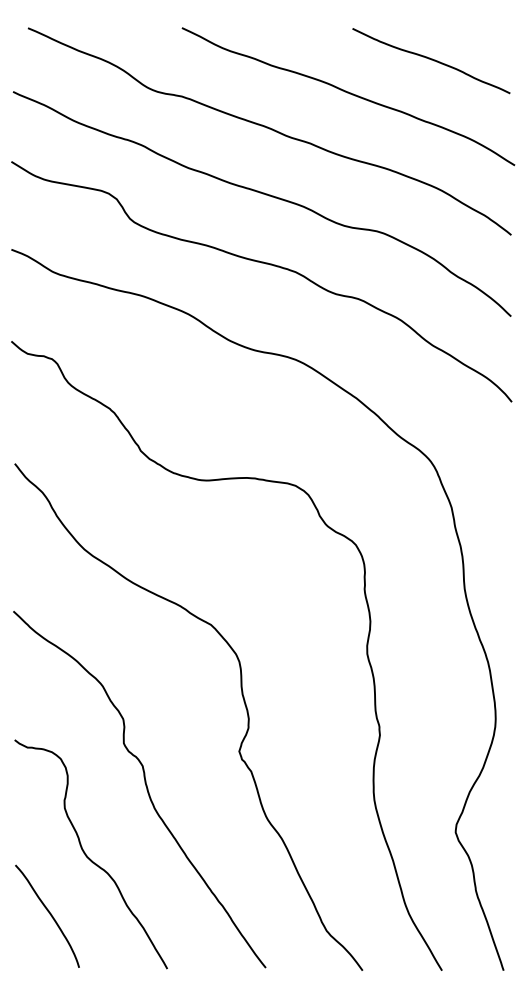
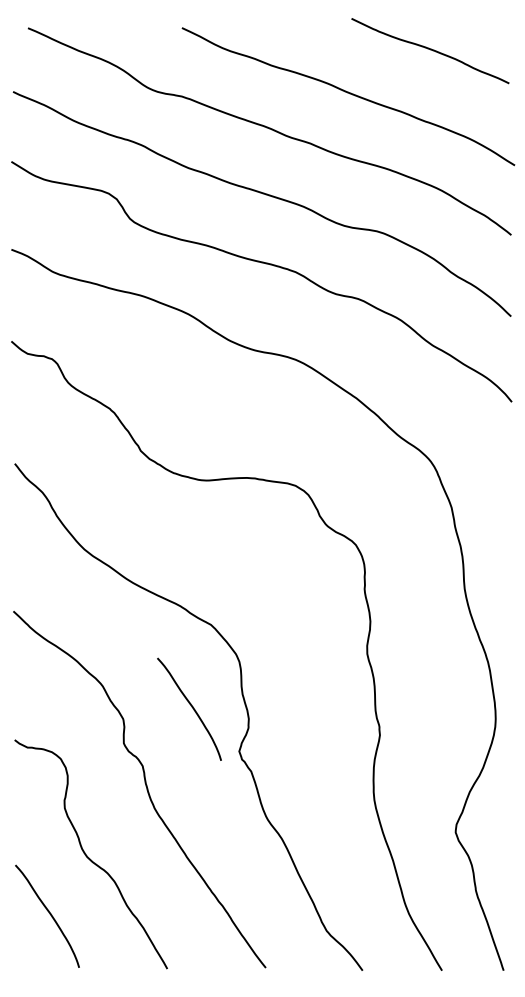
curve at (431, 60) position: (431, 60) -> (430, 50)
curve at (191, 707): none -> present
